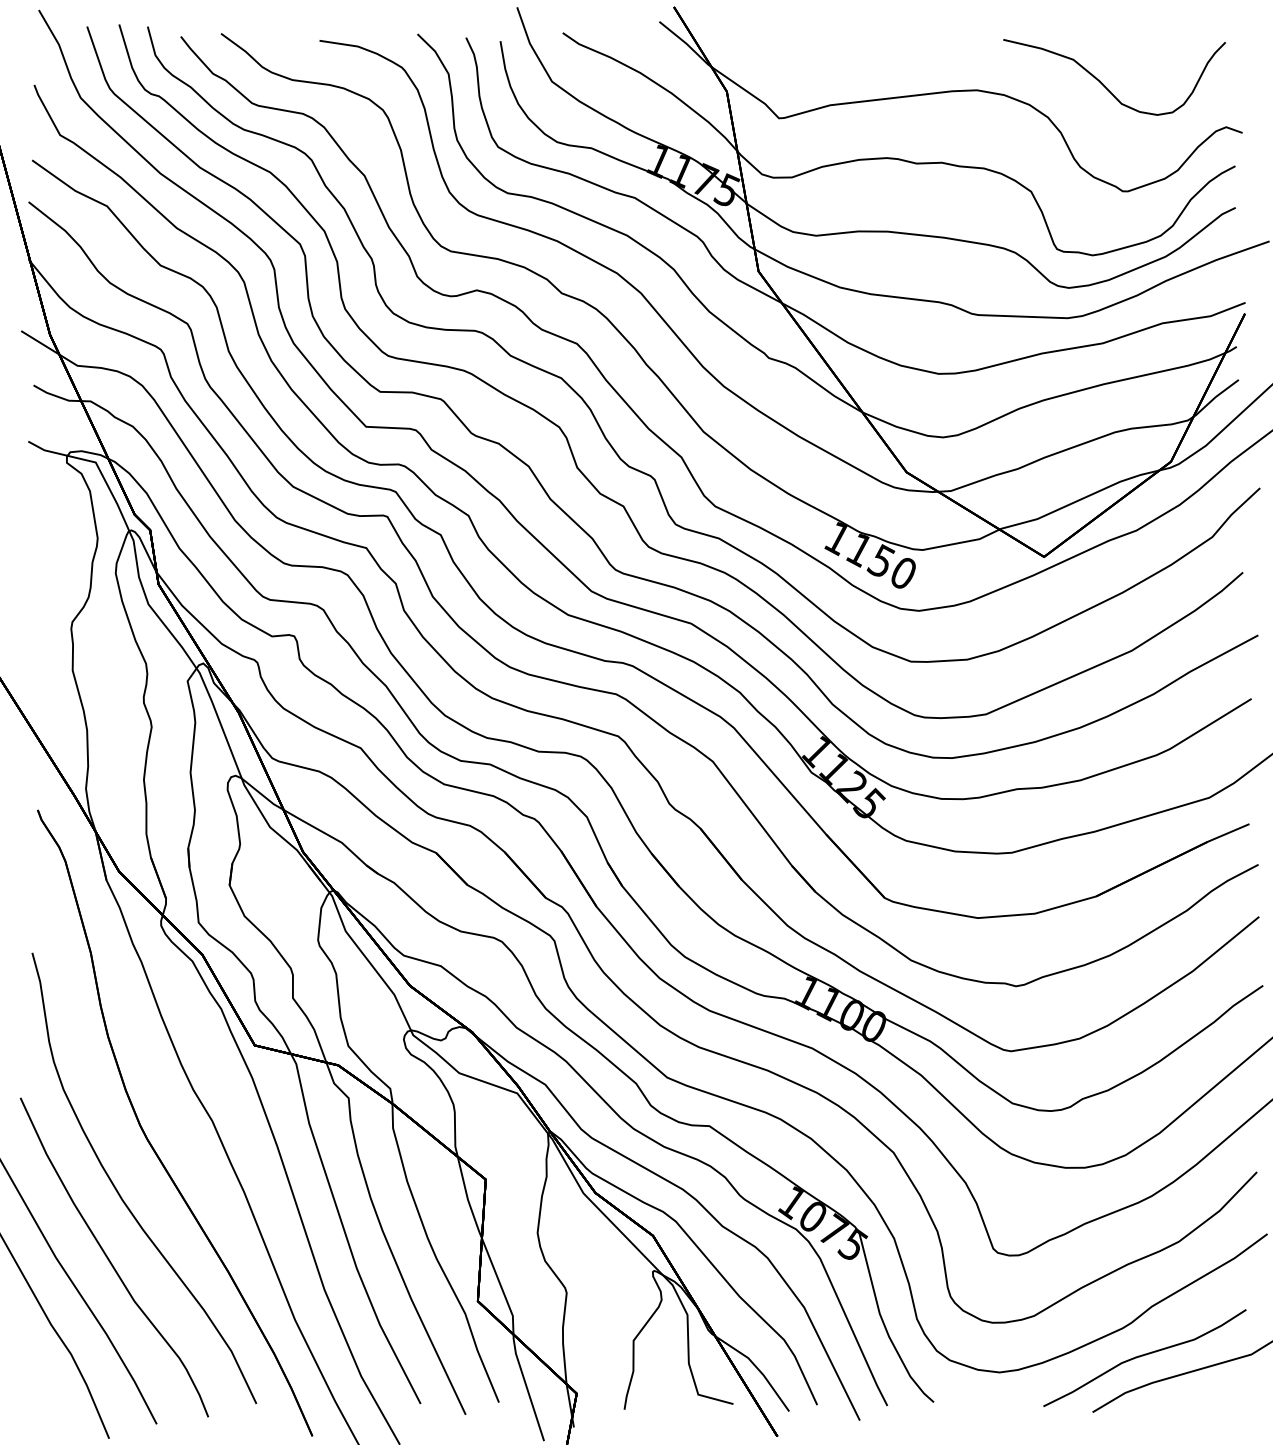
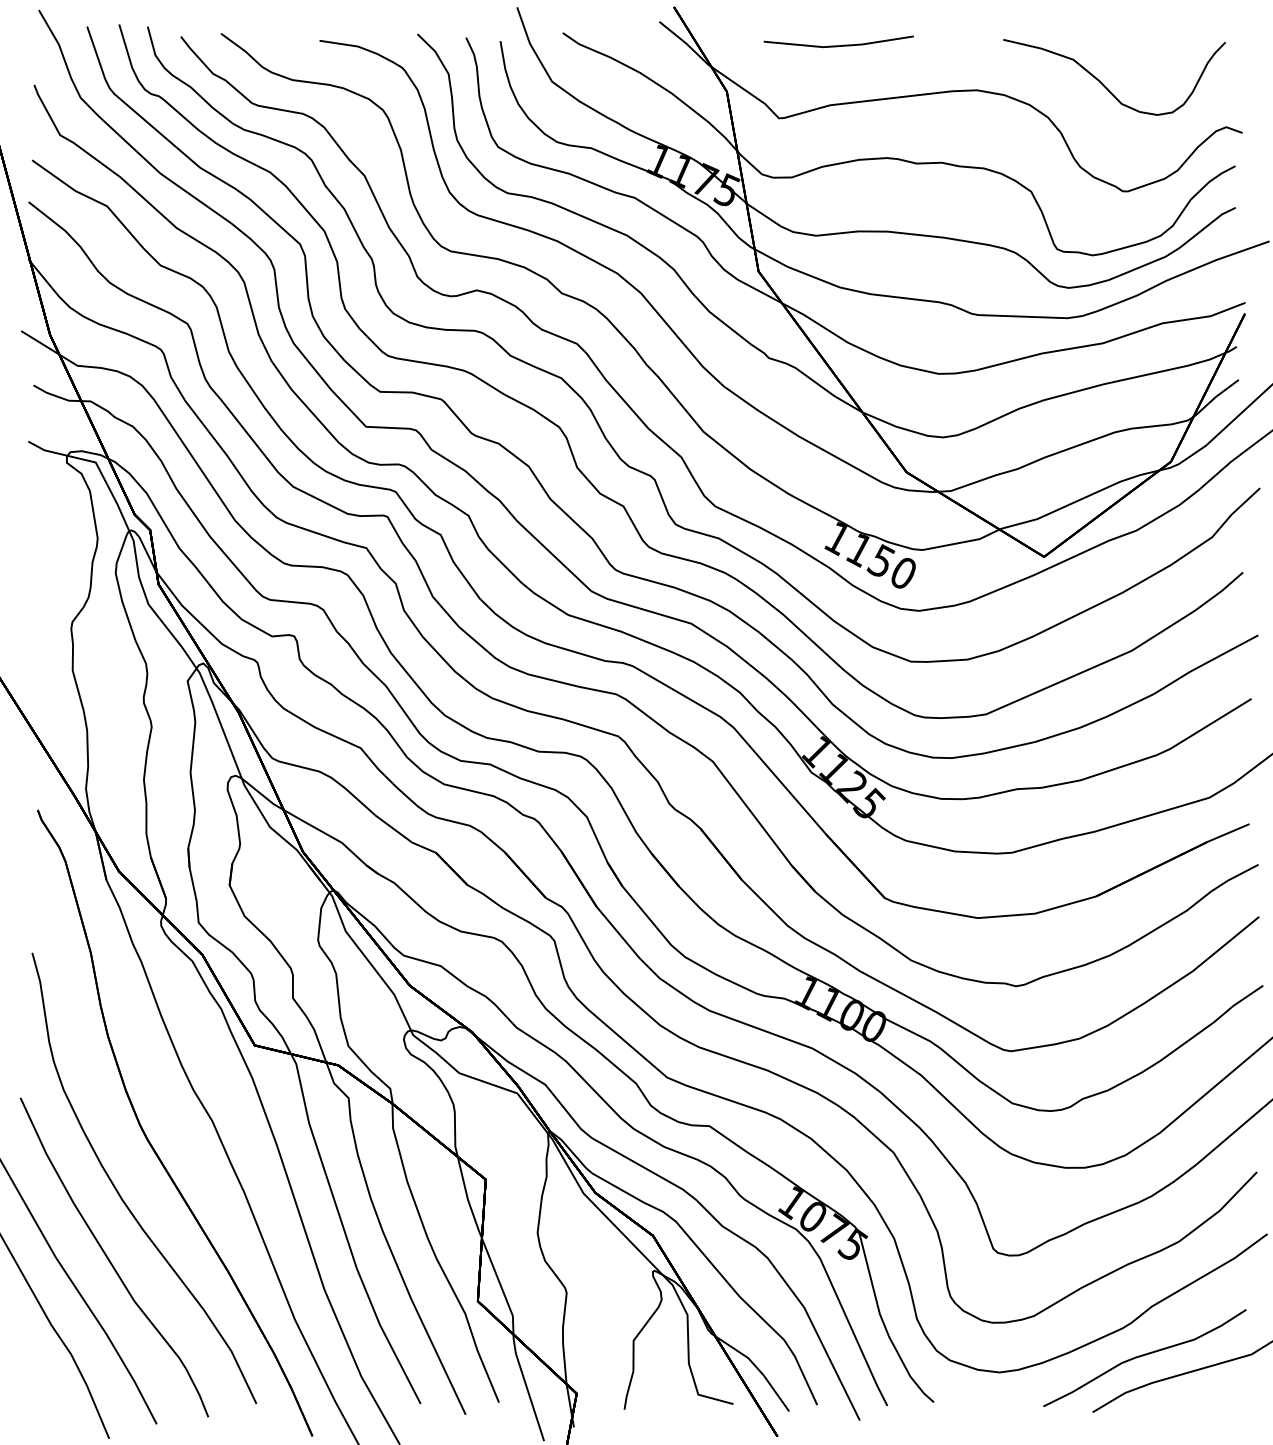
line at (838, 45): none -> present
